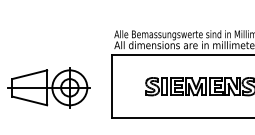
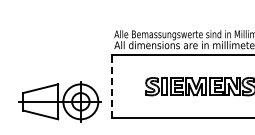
line at (112, 86): solid -> dashed
part at (48, 87) position: (48, 87) -> (59, 101)
